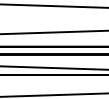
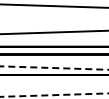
line at (53, 68): solid -> dashed
line at (53, 95): solid -> dashed
